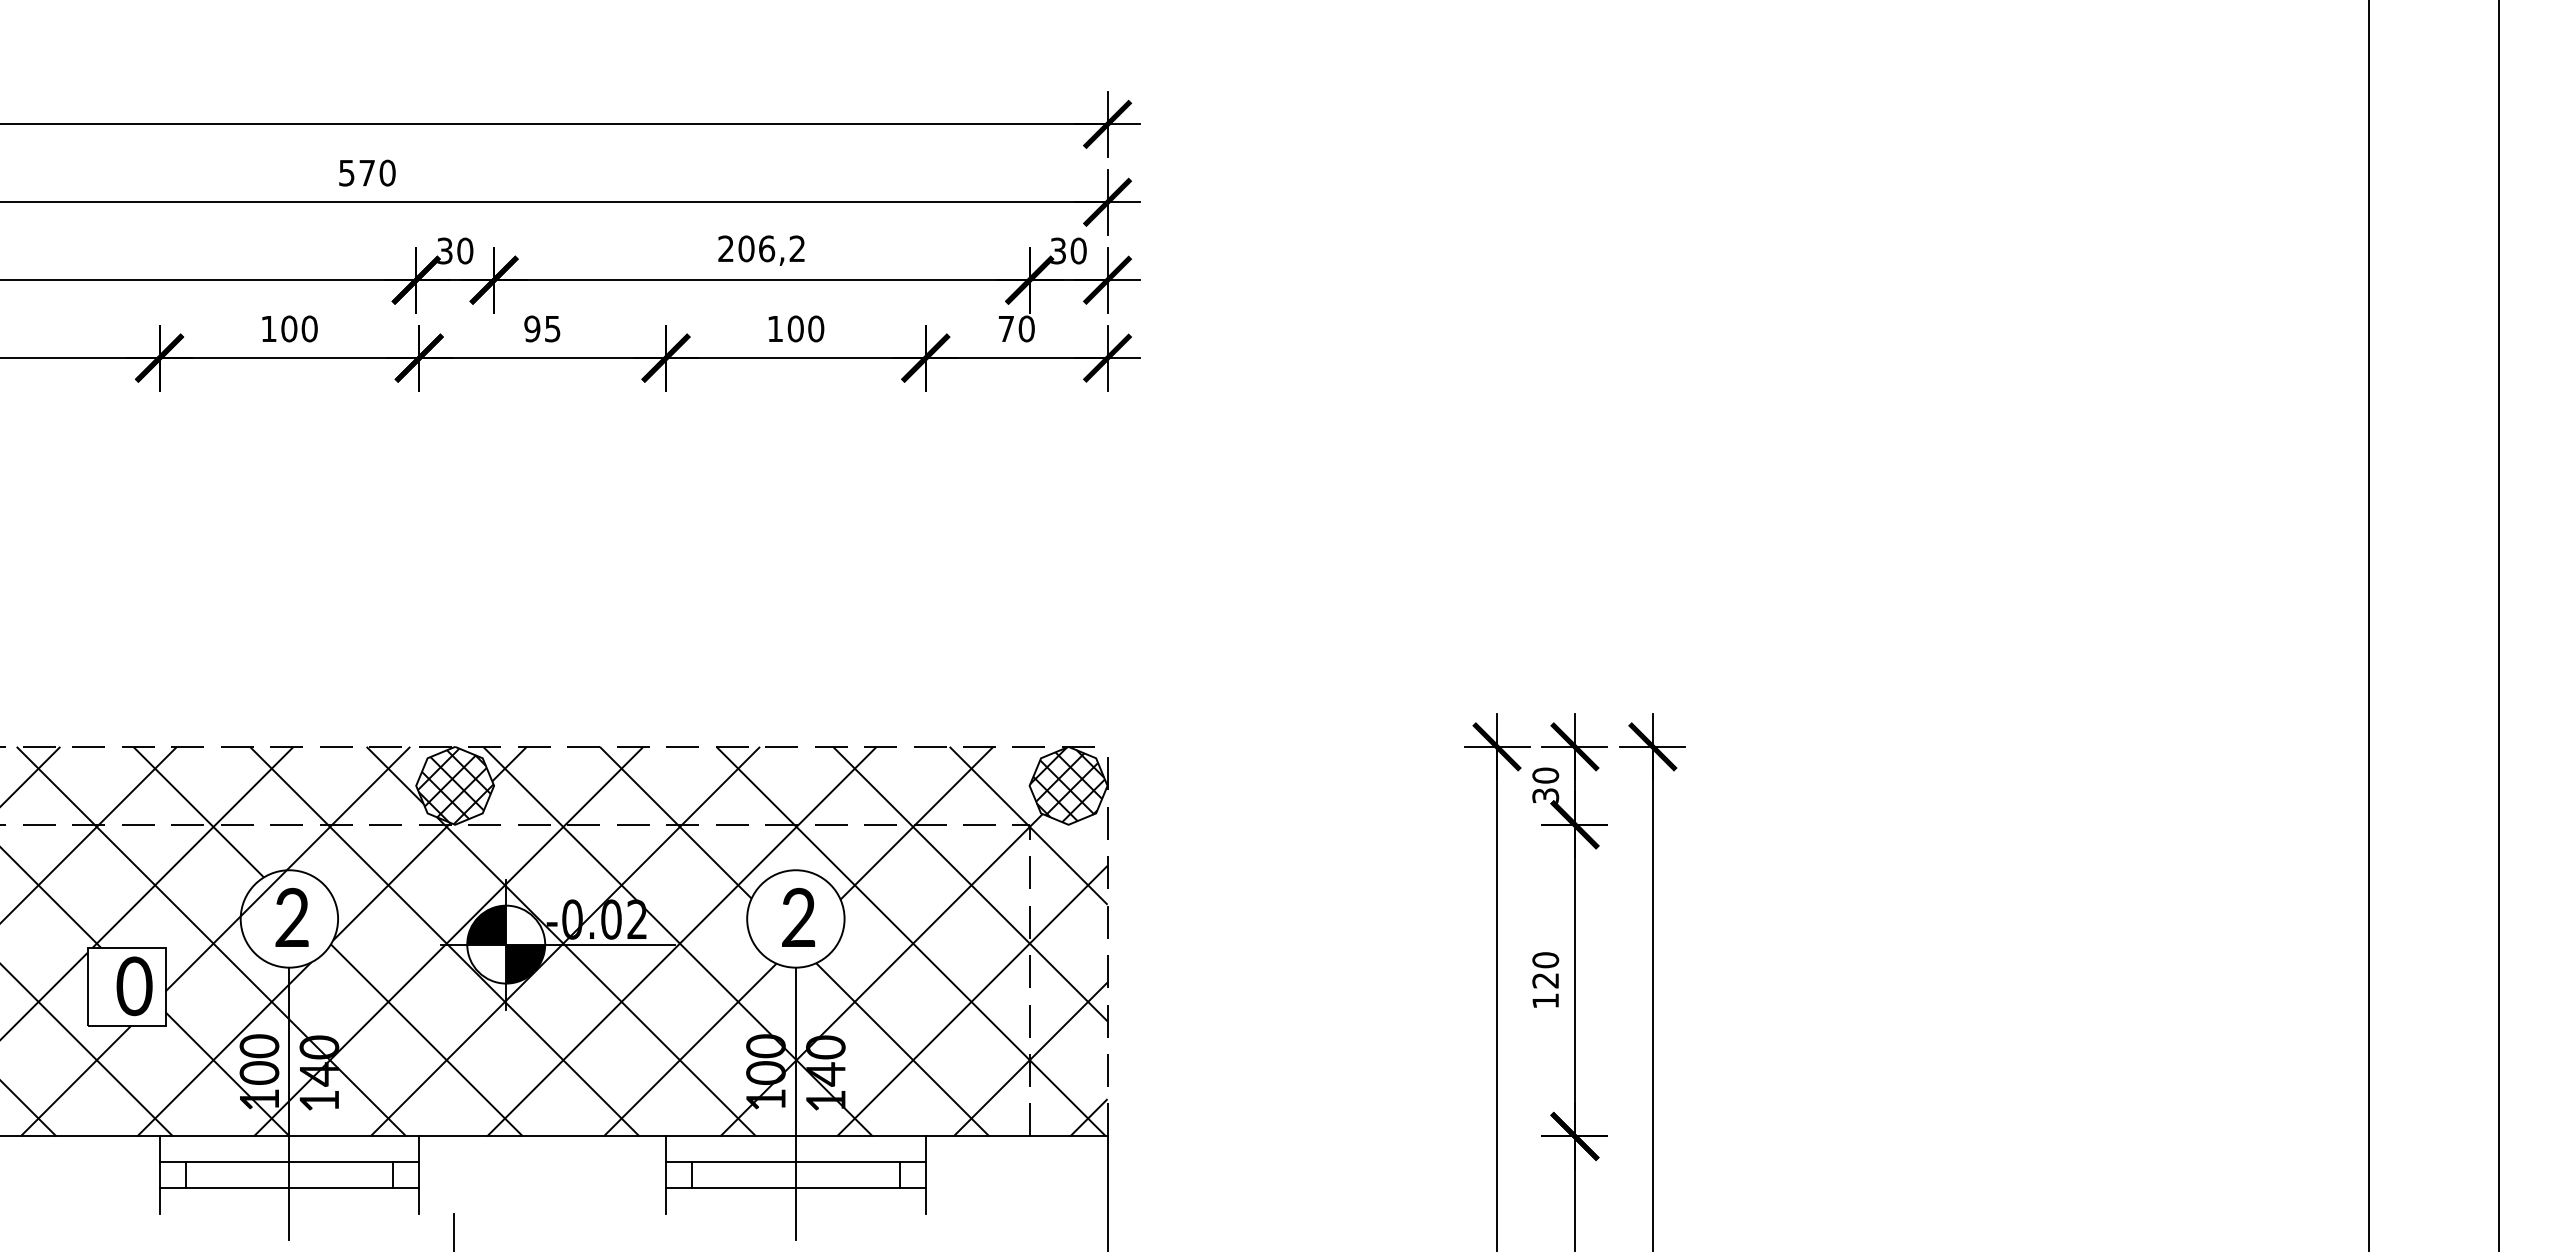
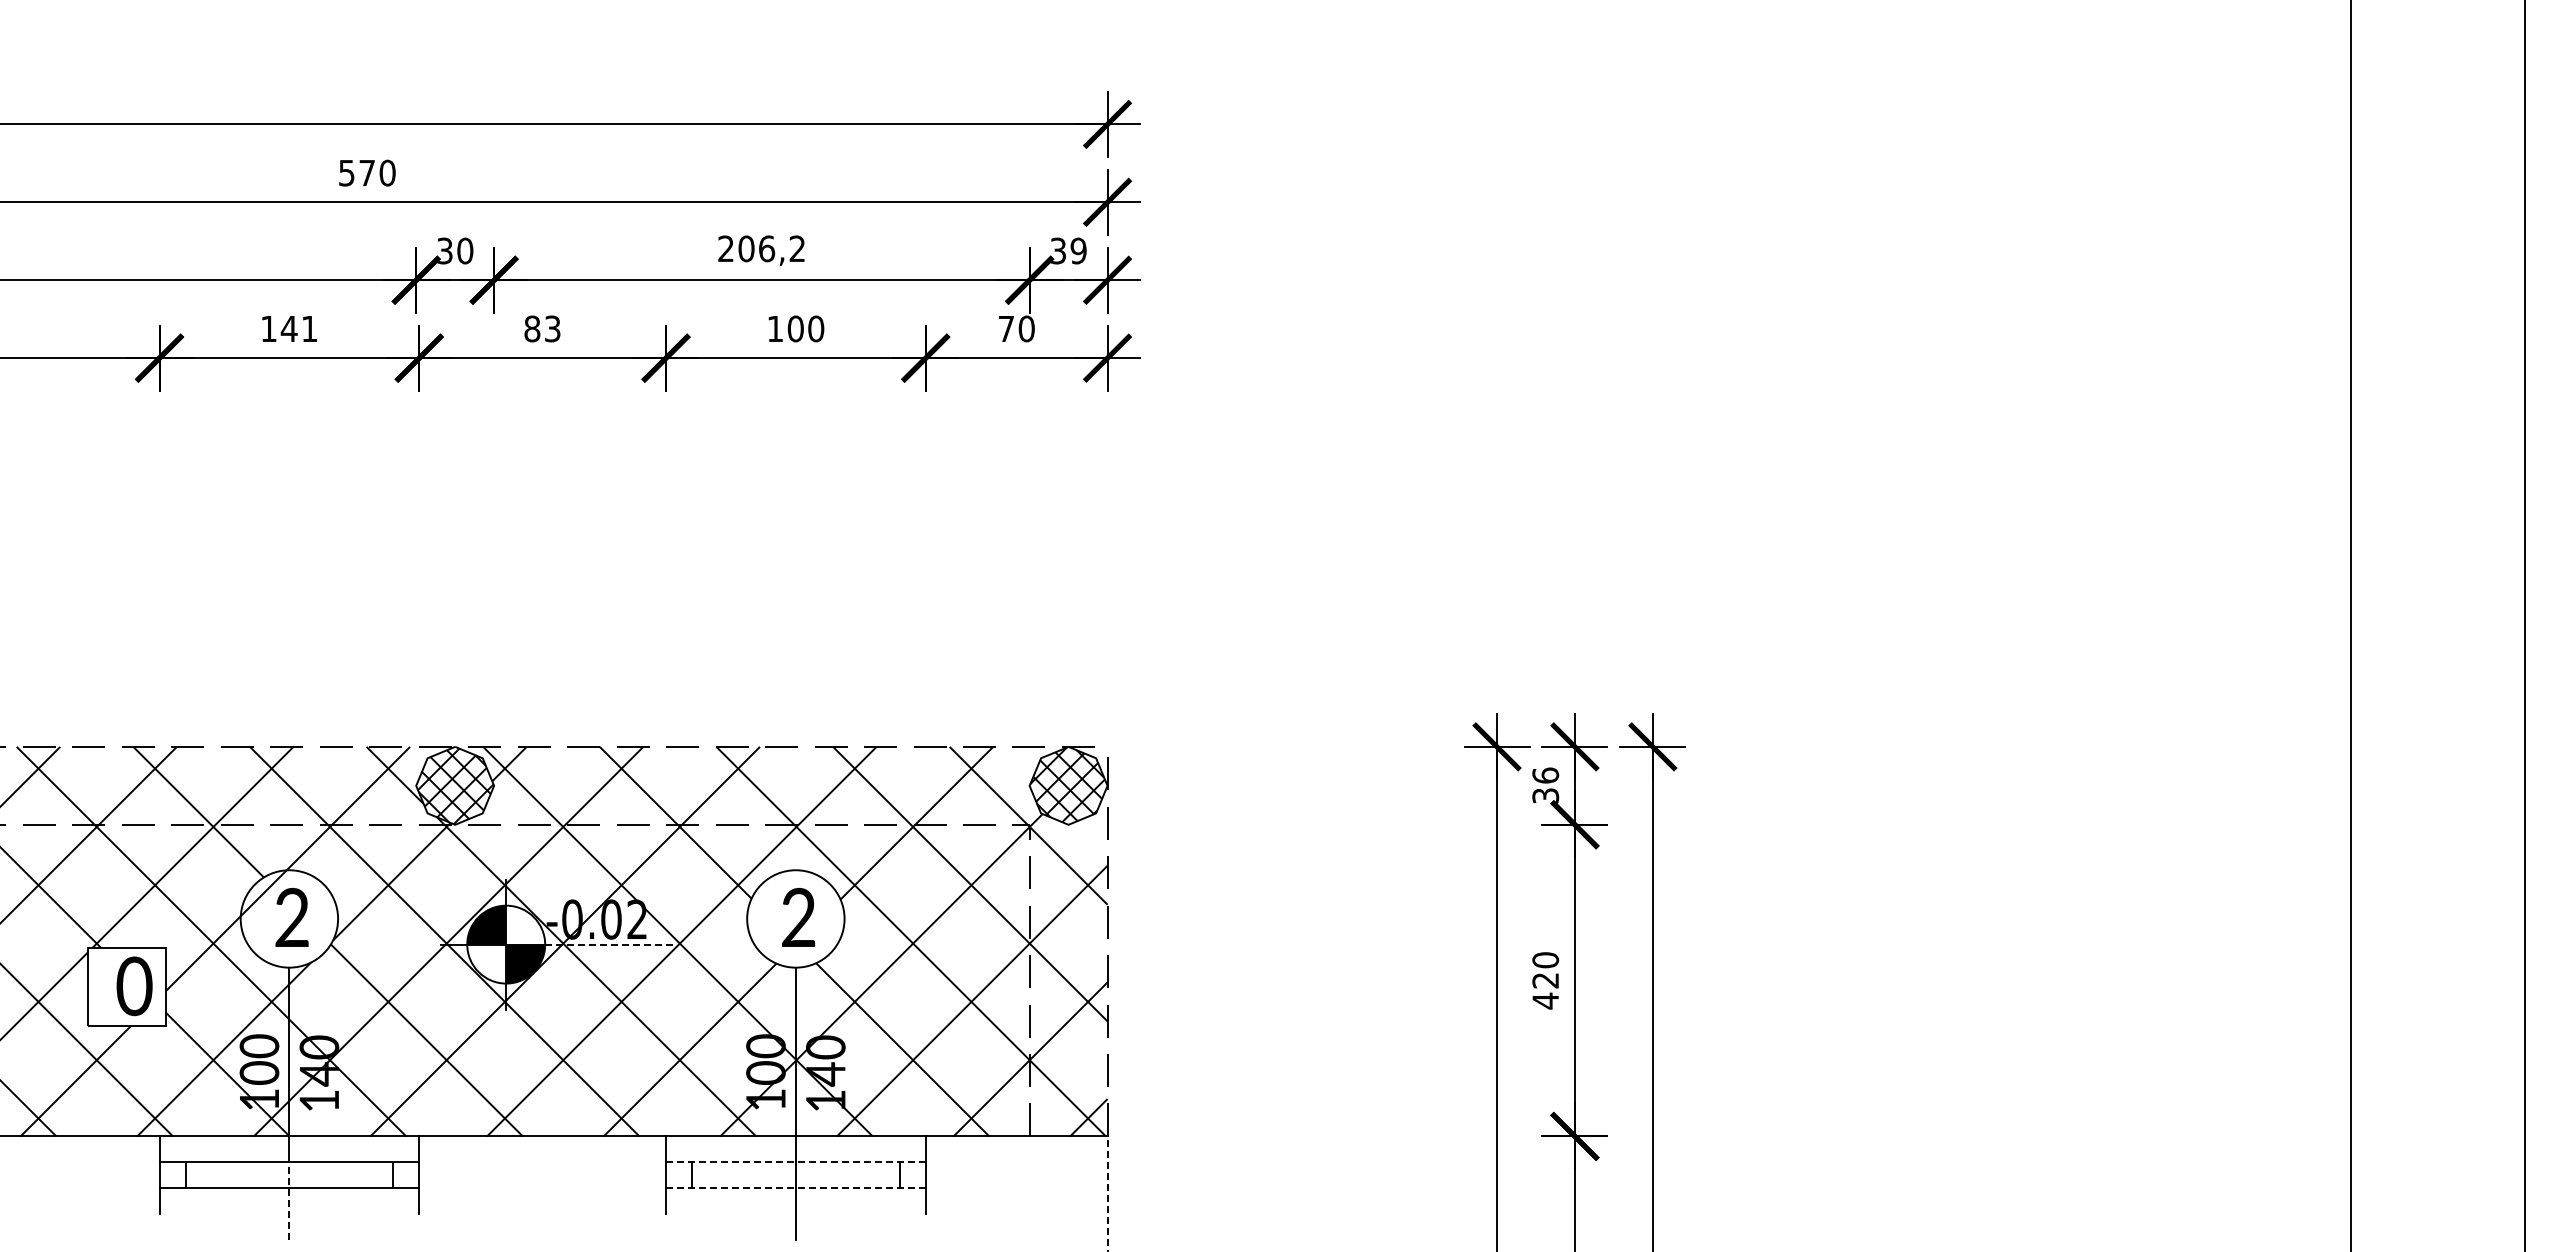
text at (1078, 250): 30 -> 39
text at (298, 328): 100 -> 141
text at (542, 328): 95 -> 83
line at (2368, 625) position: (2368, 625) -> (2350, 625)
line at (2498, 625) position: (2498, 625) -> (2524, 625)
text at (1545, 775): 30 -> 36
line at (610, 944): solid -> dashed
text at (1545, 1000): 120 -> 420
line at (795, 1162): solid -> dashed
line at (795, 1188): solid -> dashed
line at (1107, 1193): solid -> dashed
line at (289, 1200): solid -> dashed
line at (454, 1231): present -> none
